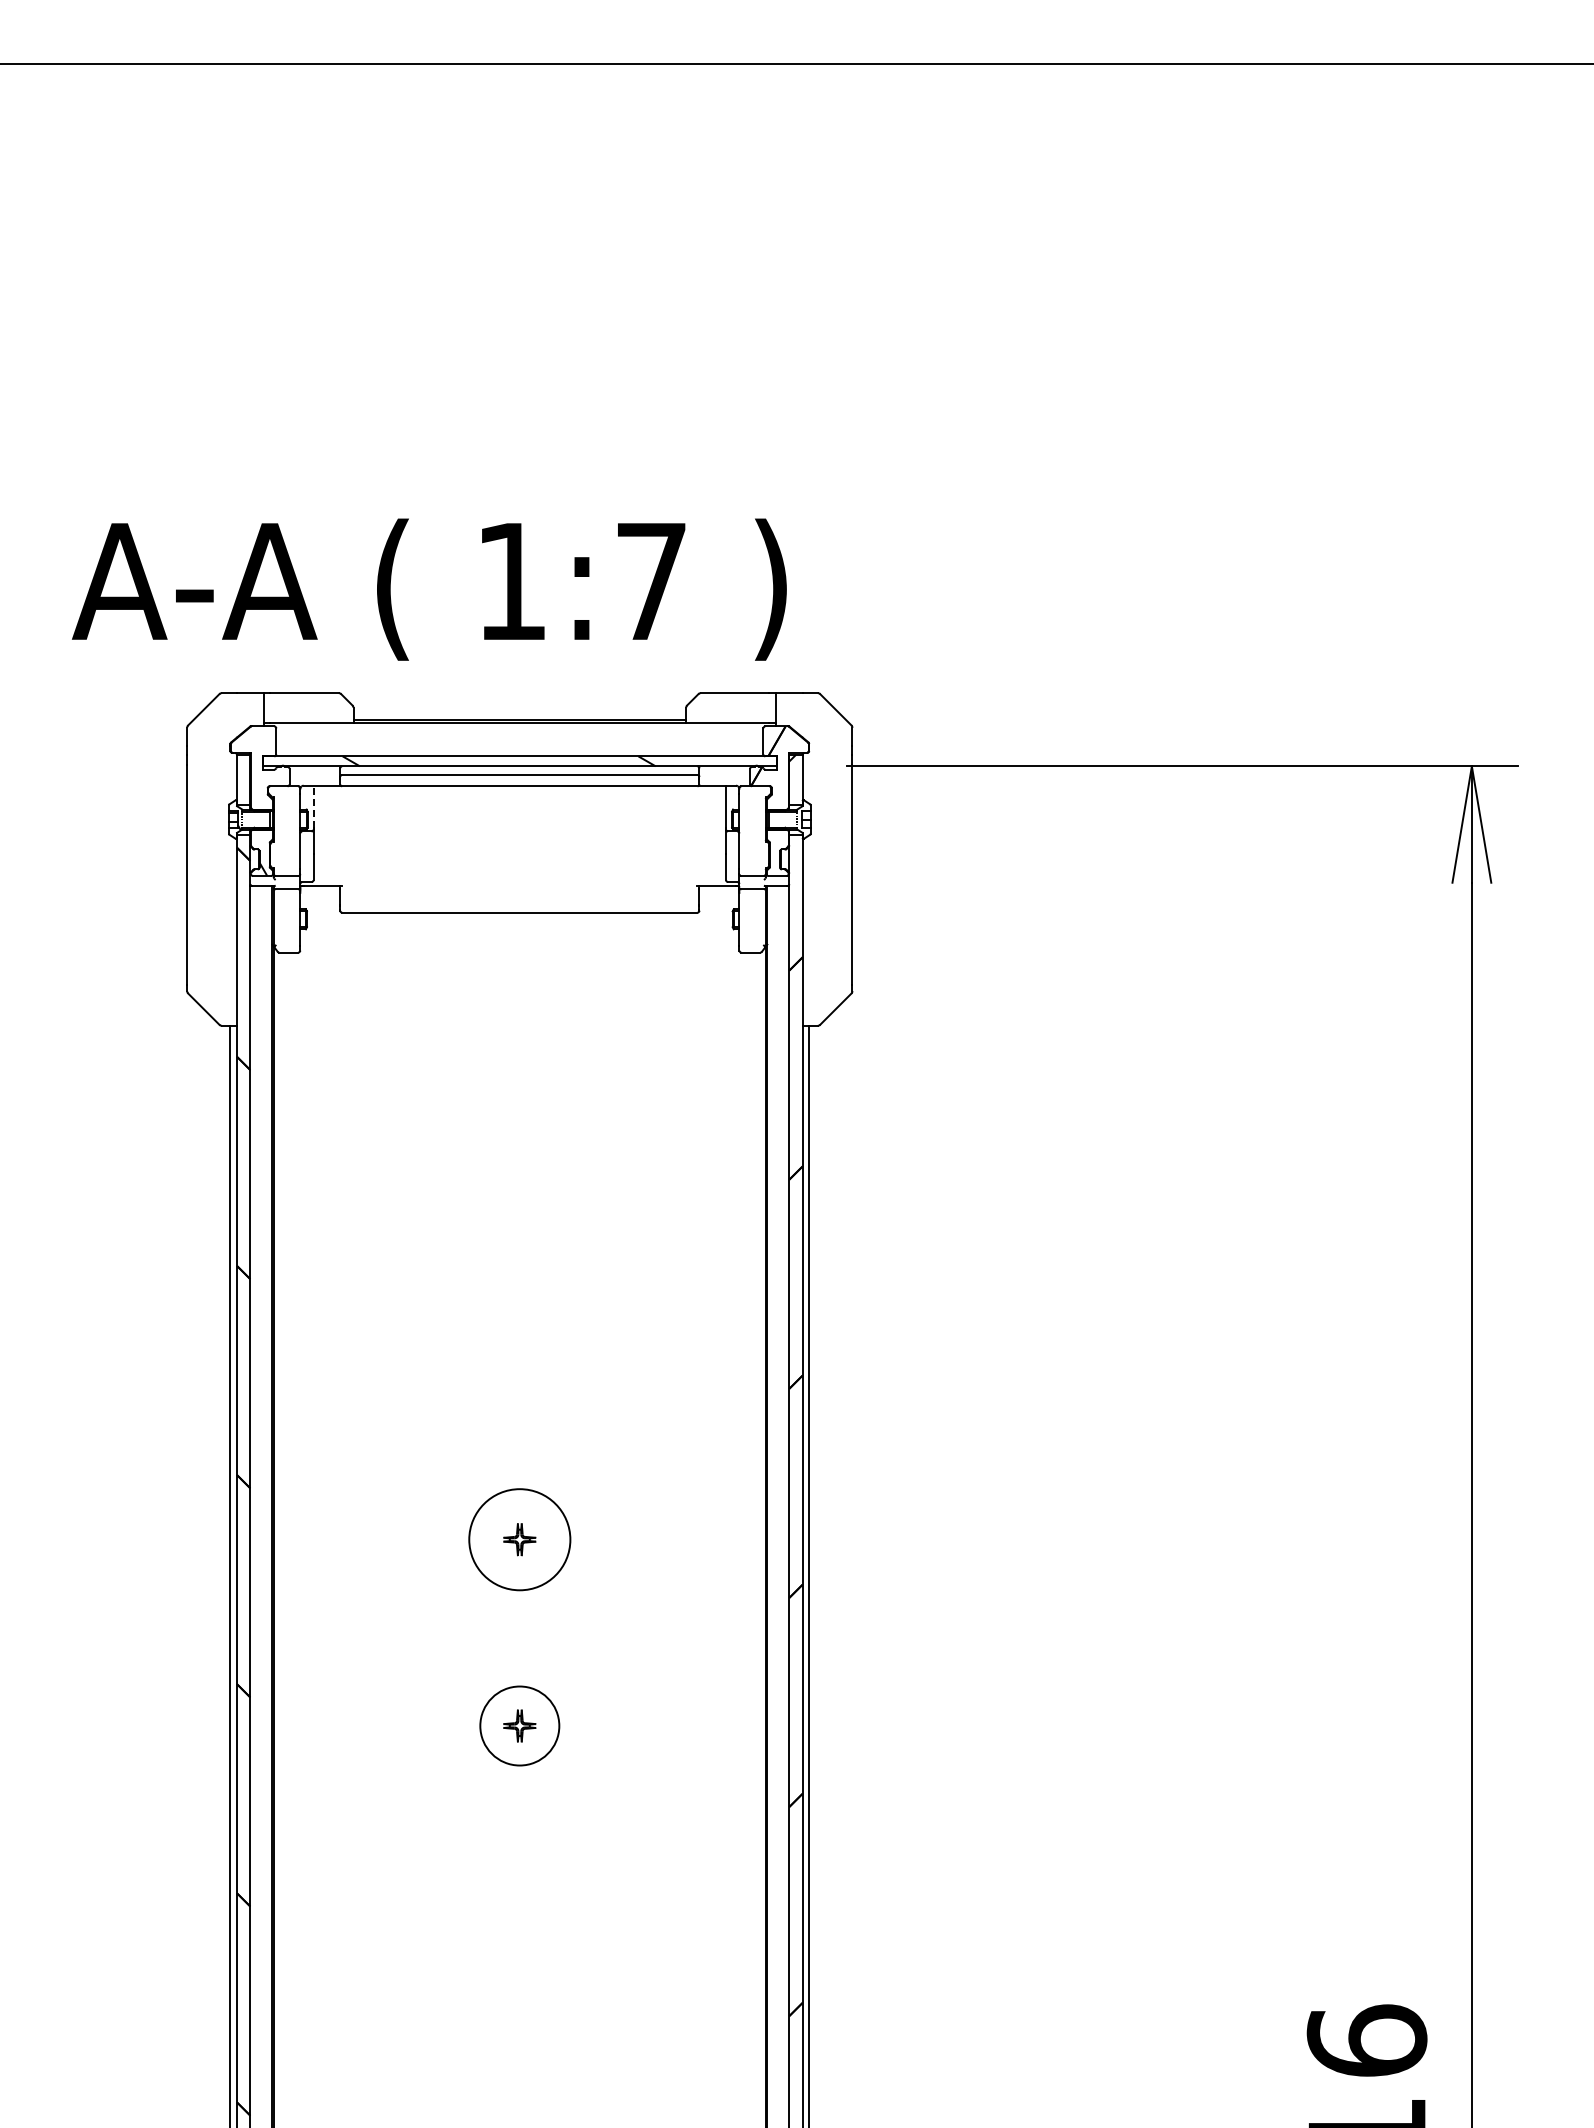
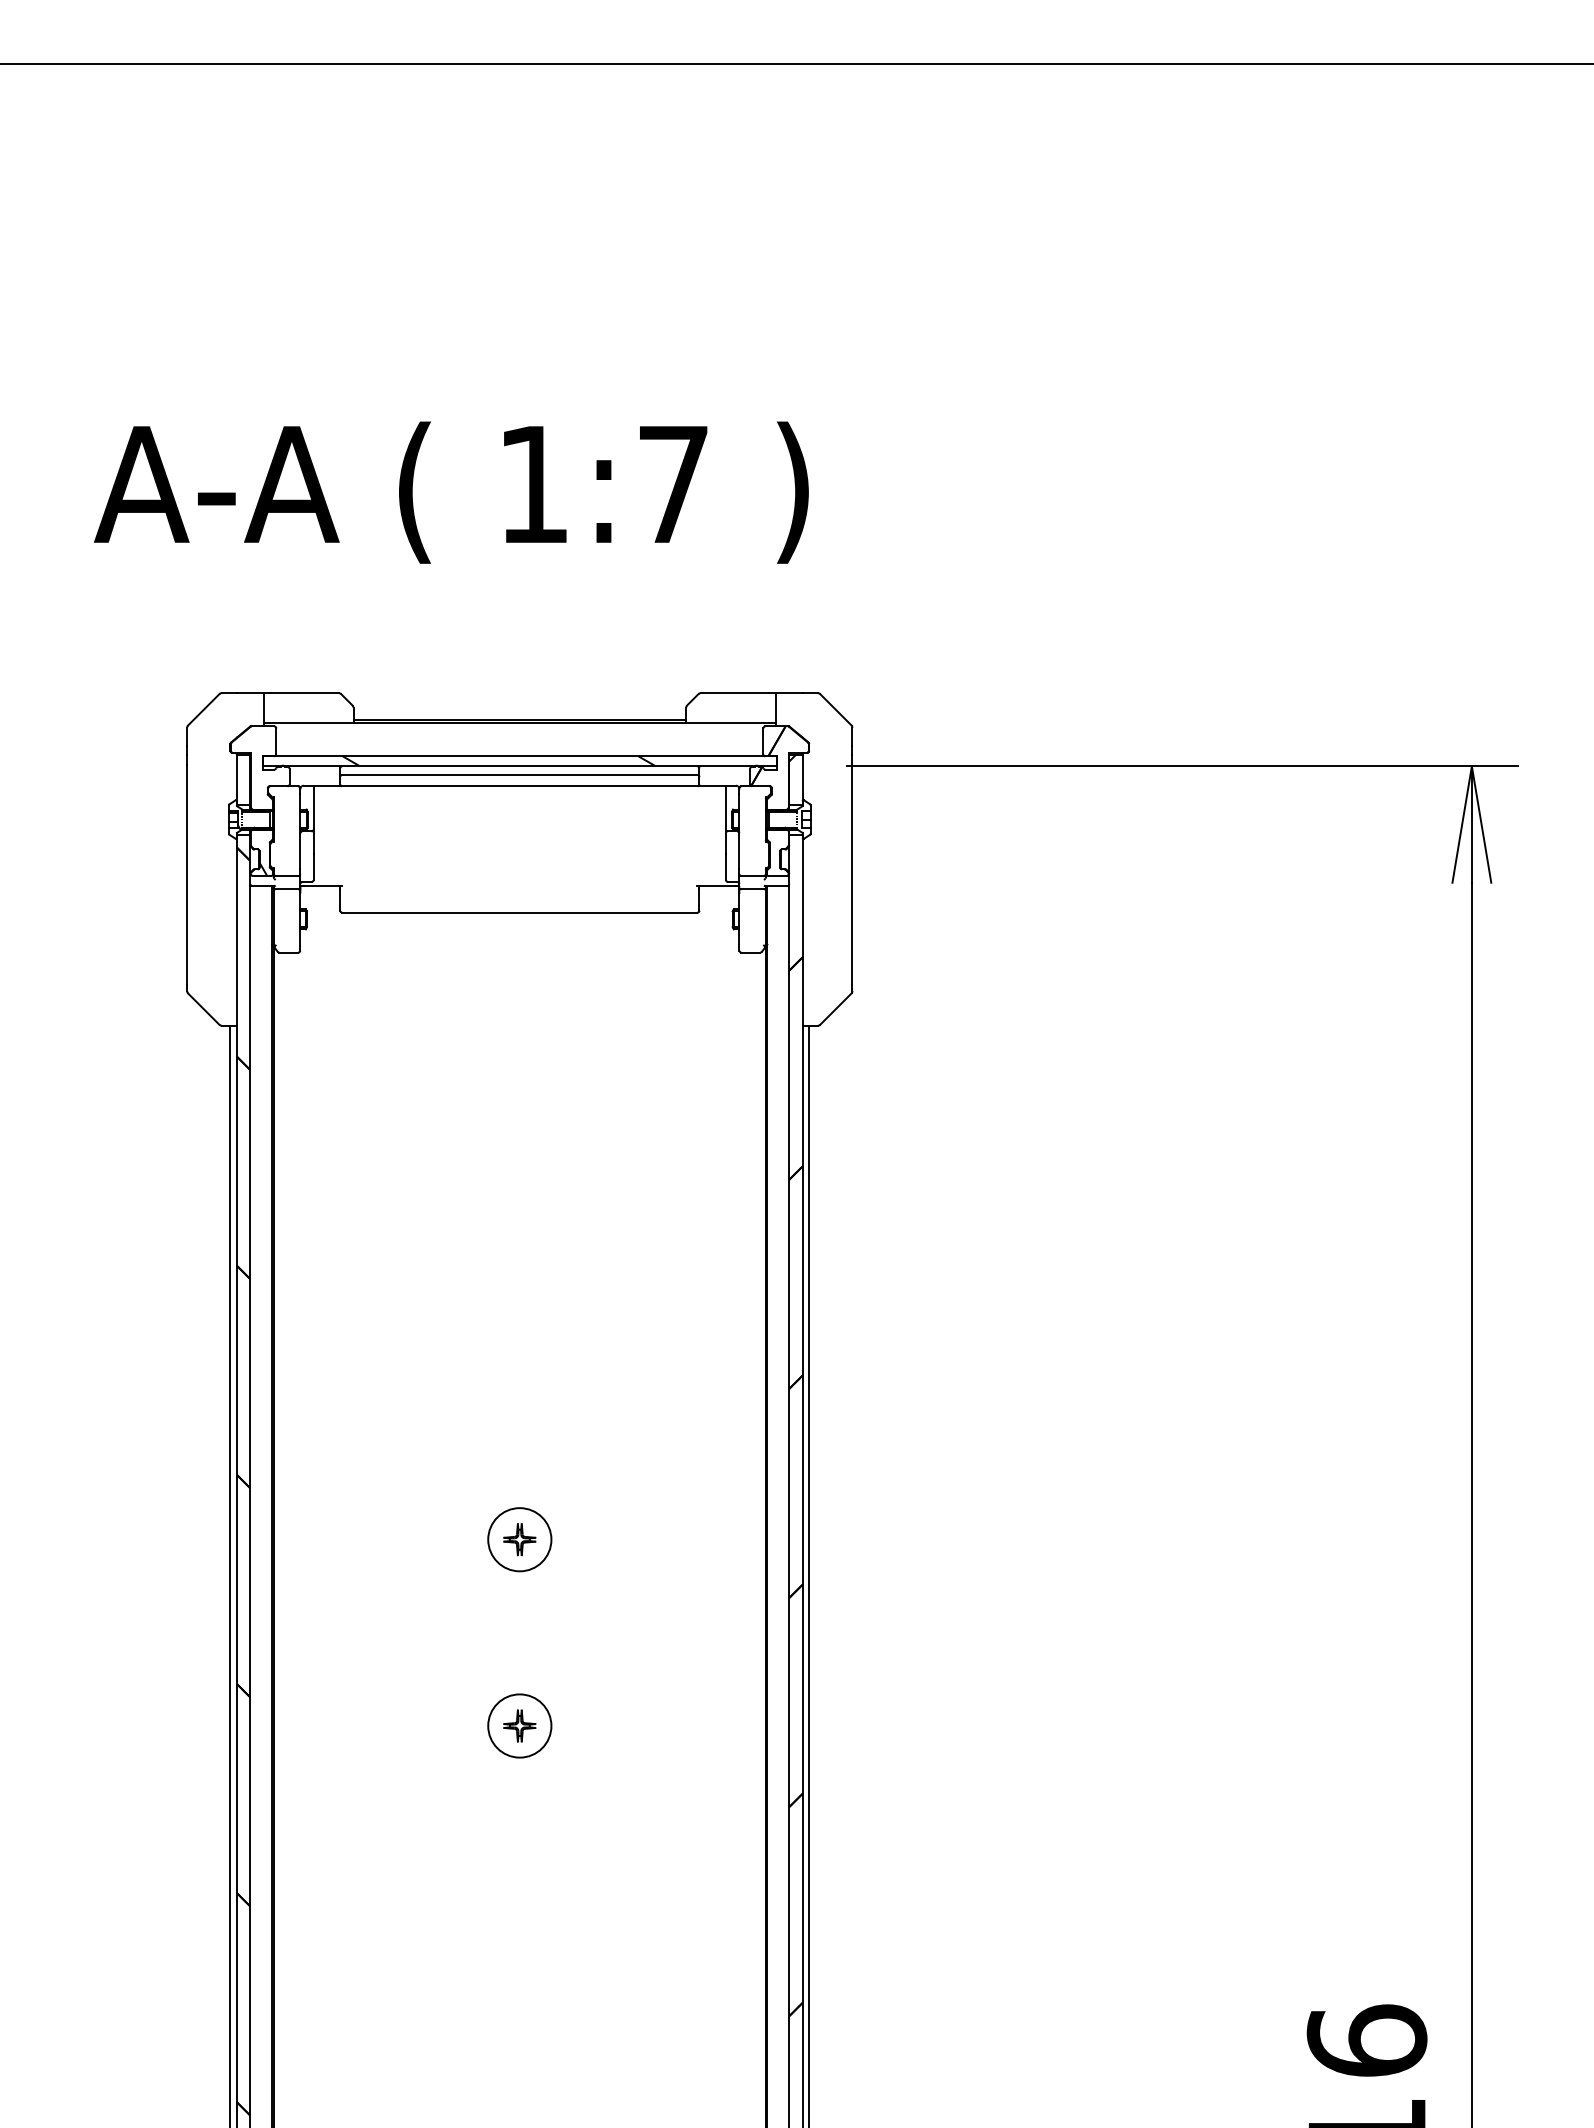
text at (429, 589) position: (429, 589) -> (451, 492)
line at (313, 806): dashed -> solid
circle at (519, 1539) diameter: 101 px -> 63 px
circle at (519, 1725) diameter: 79 px -> 63 px
